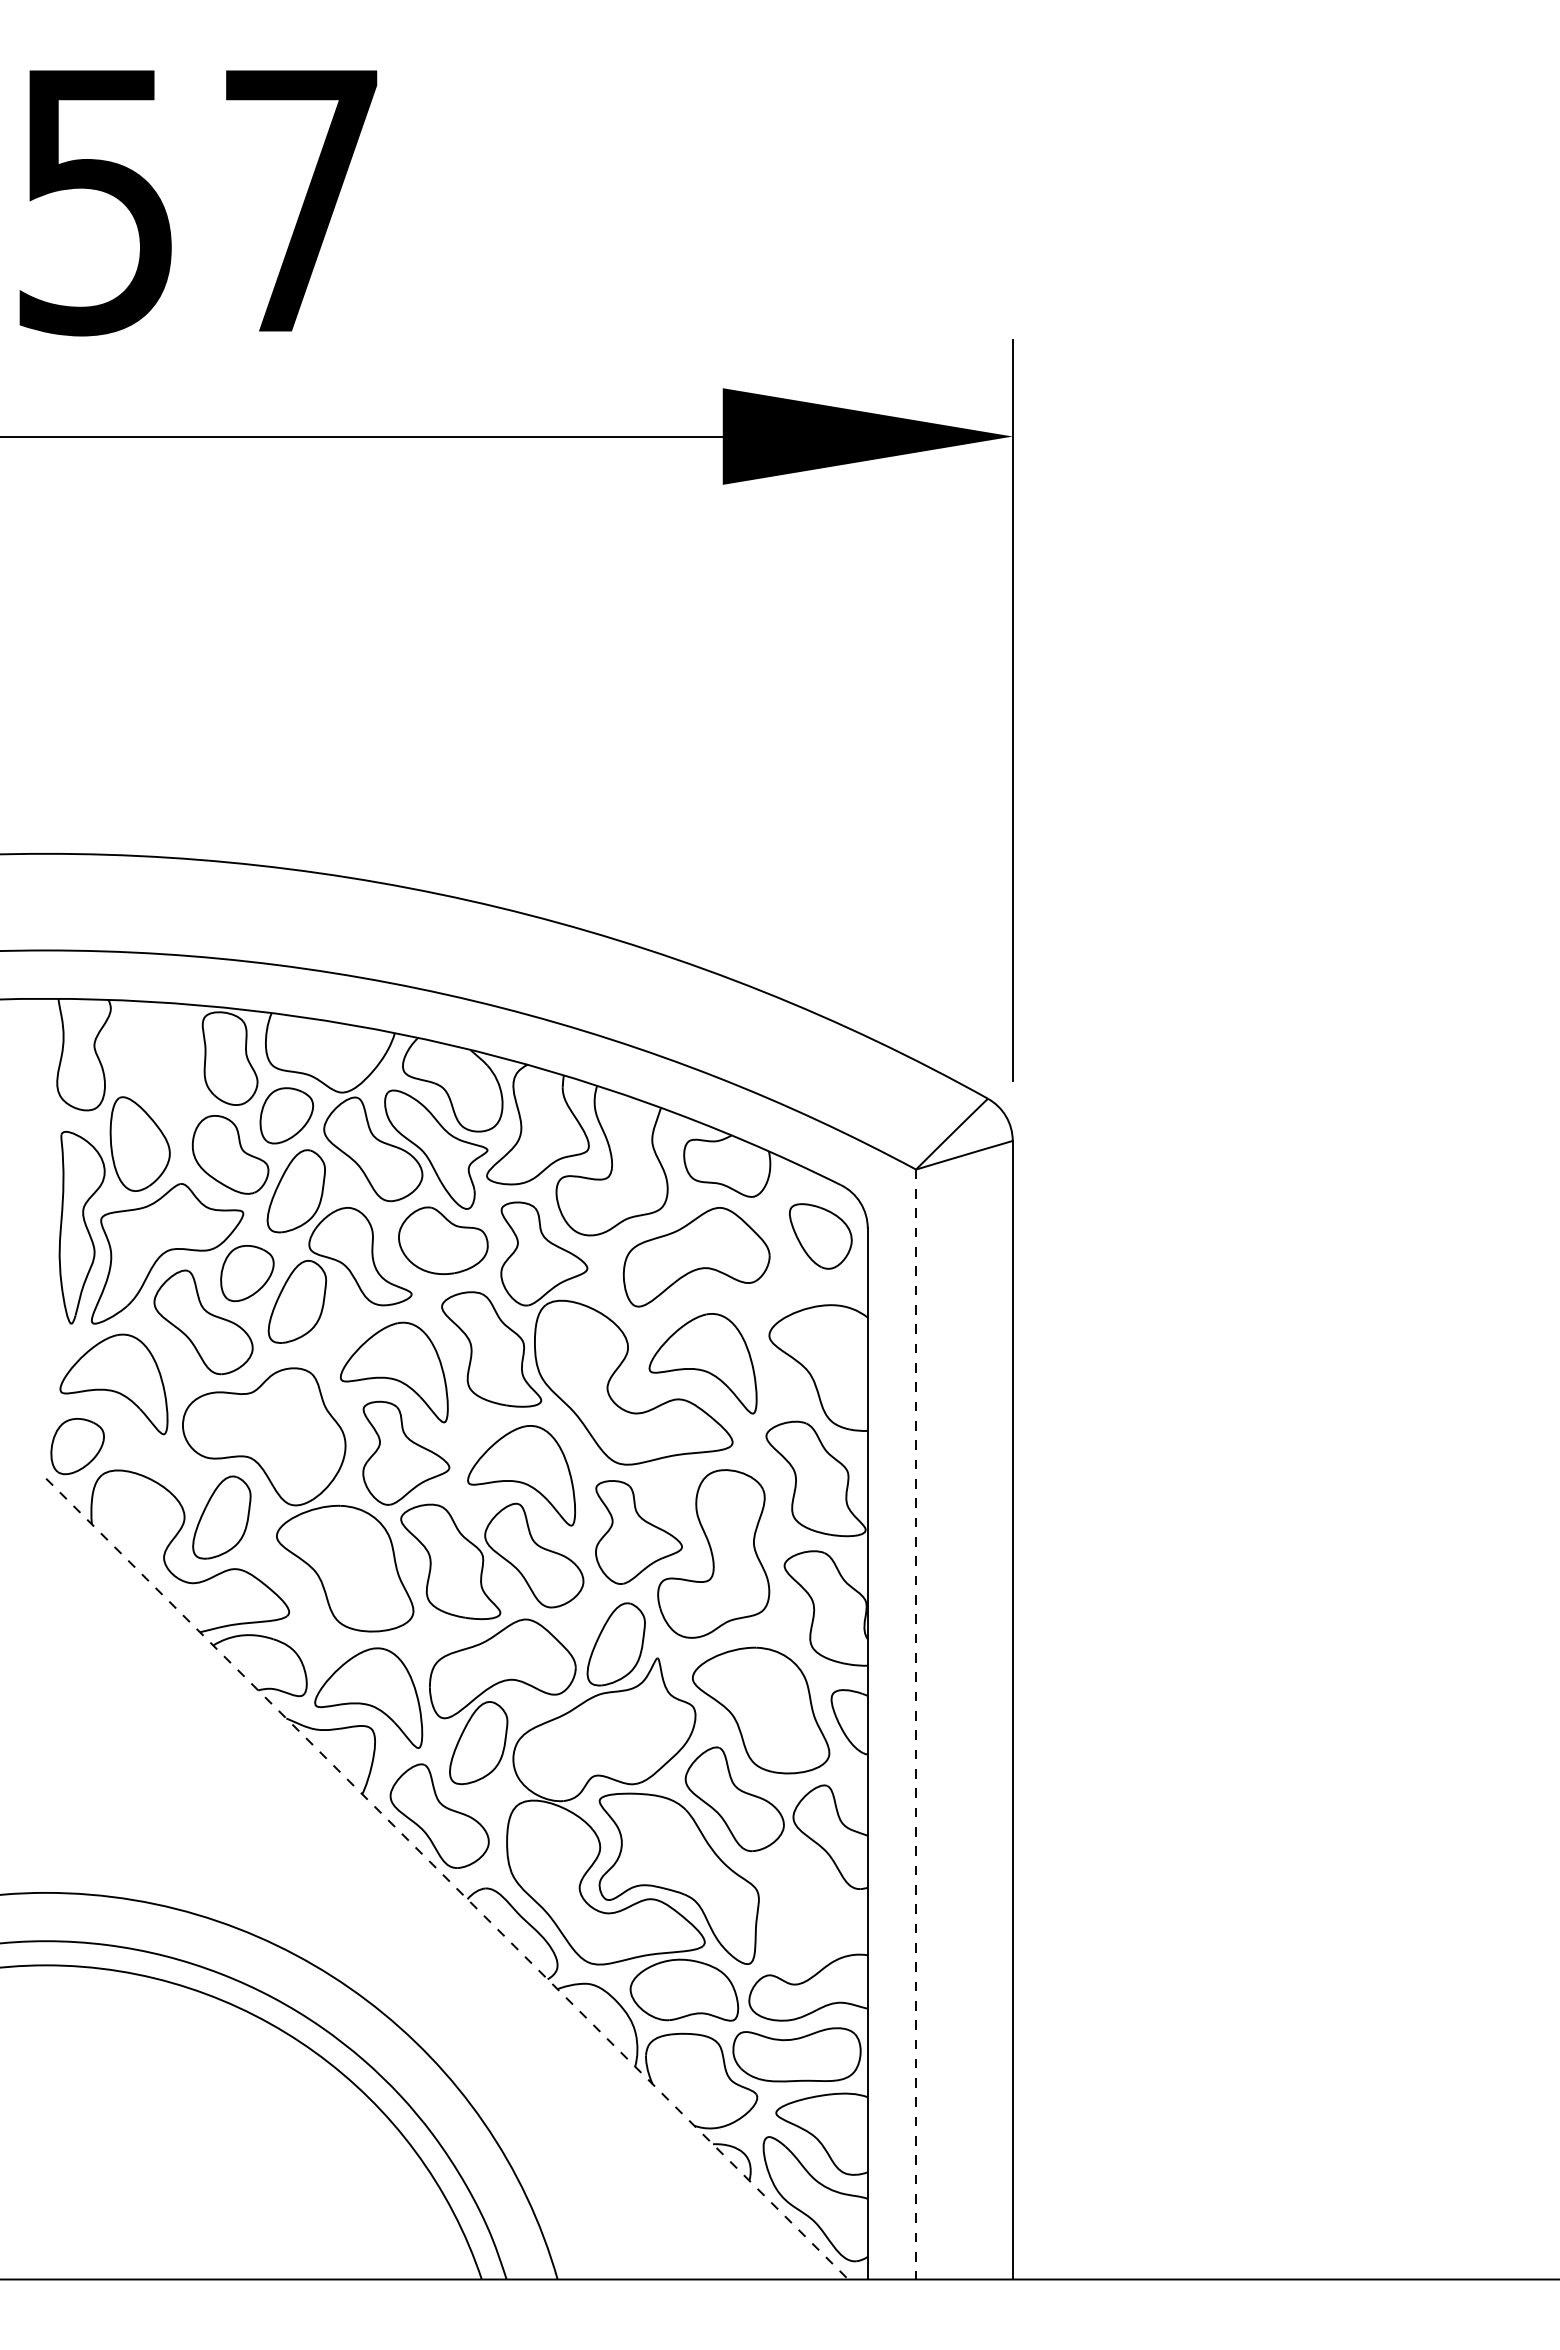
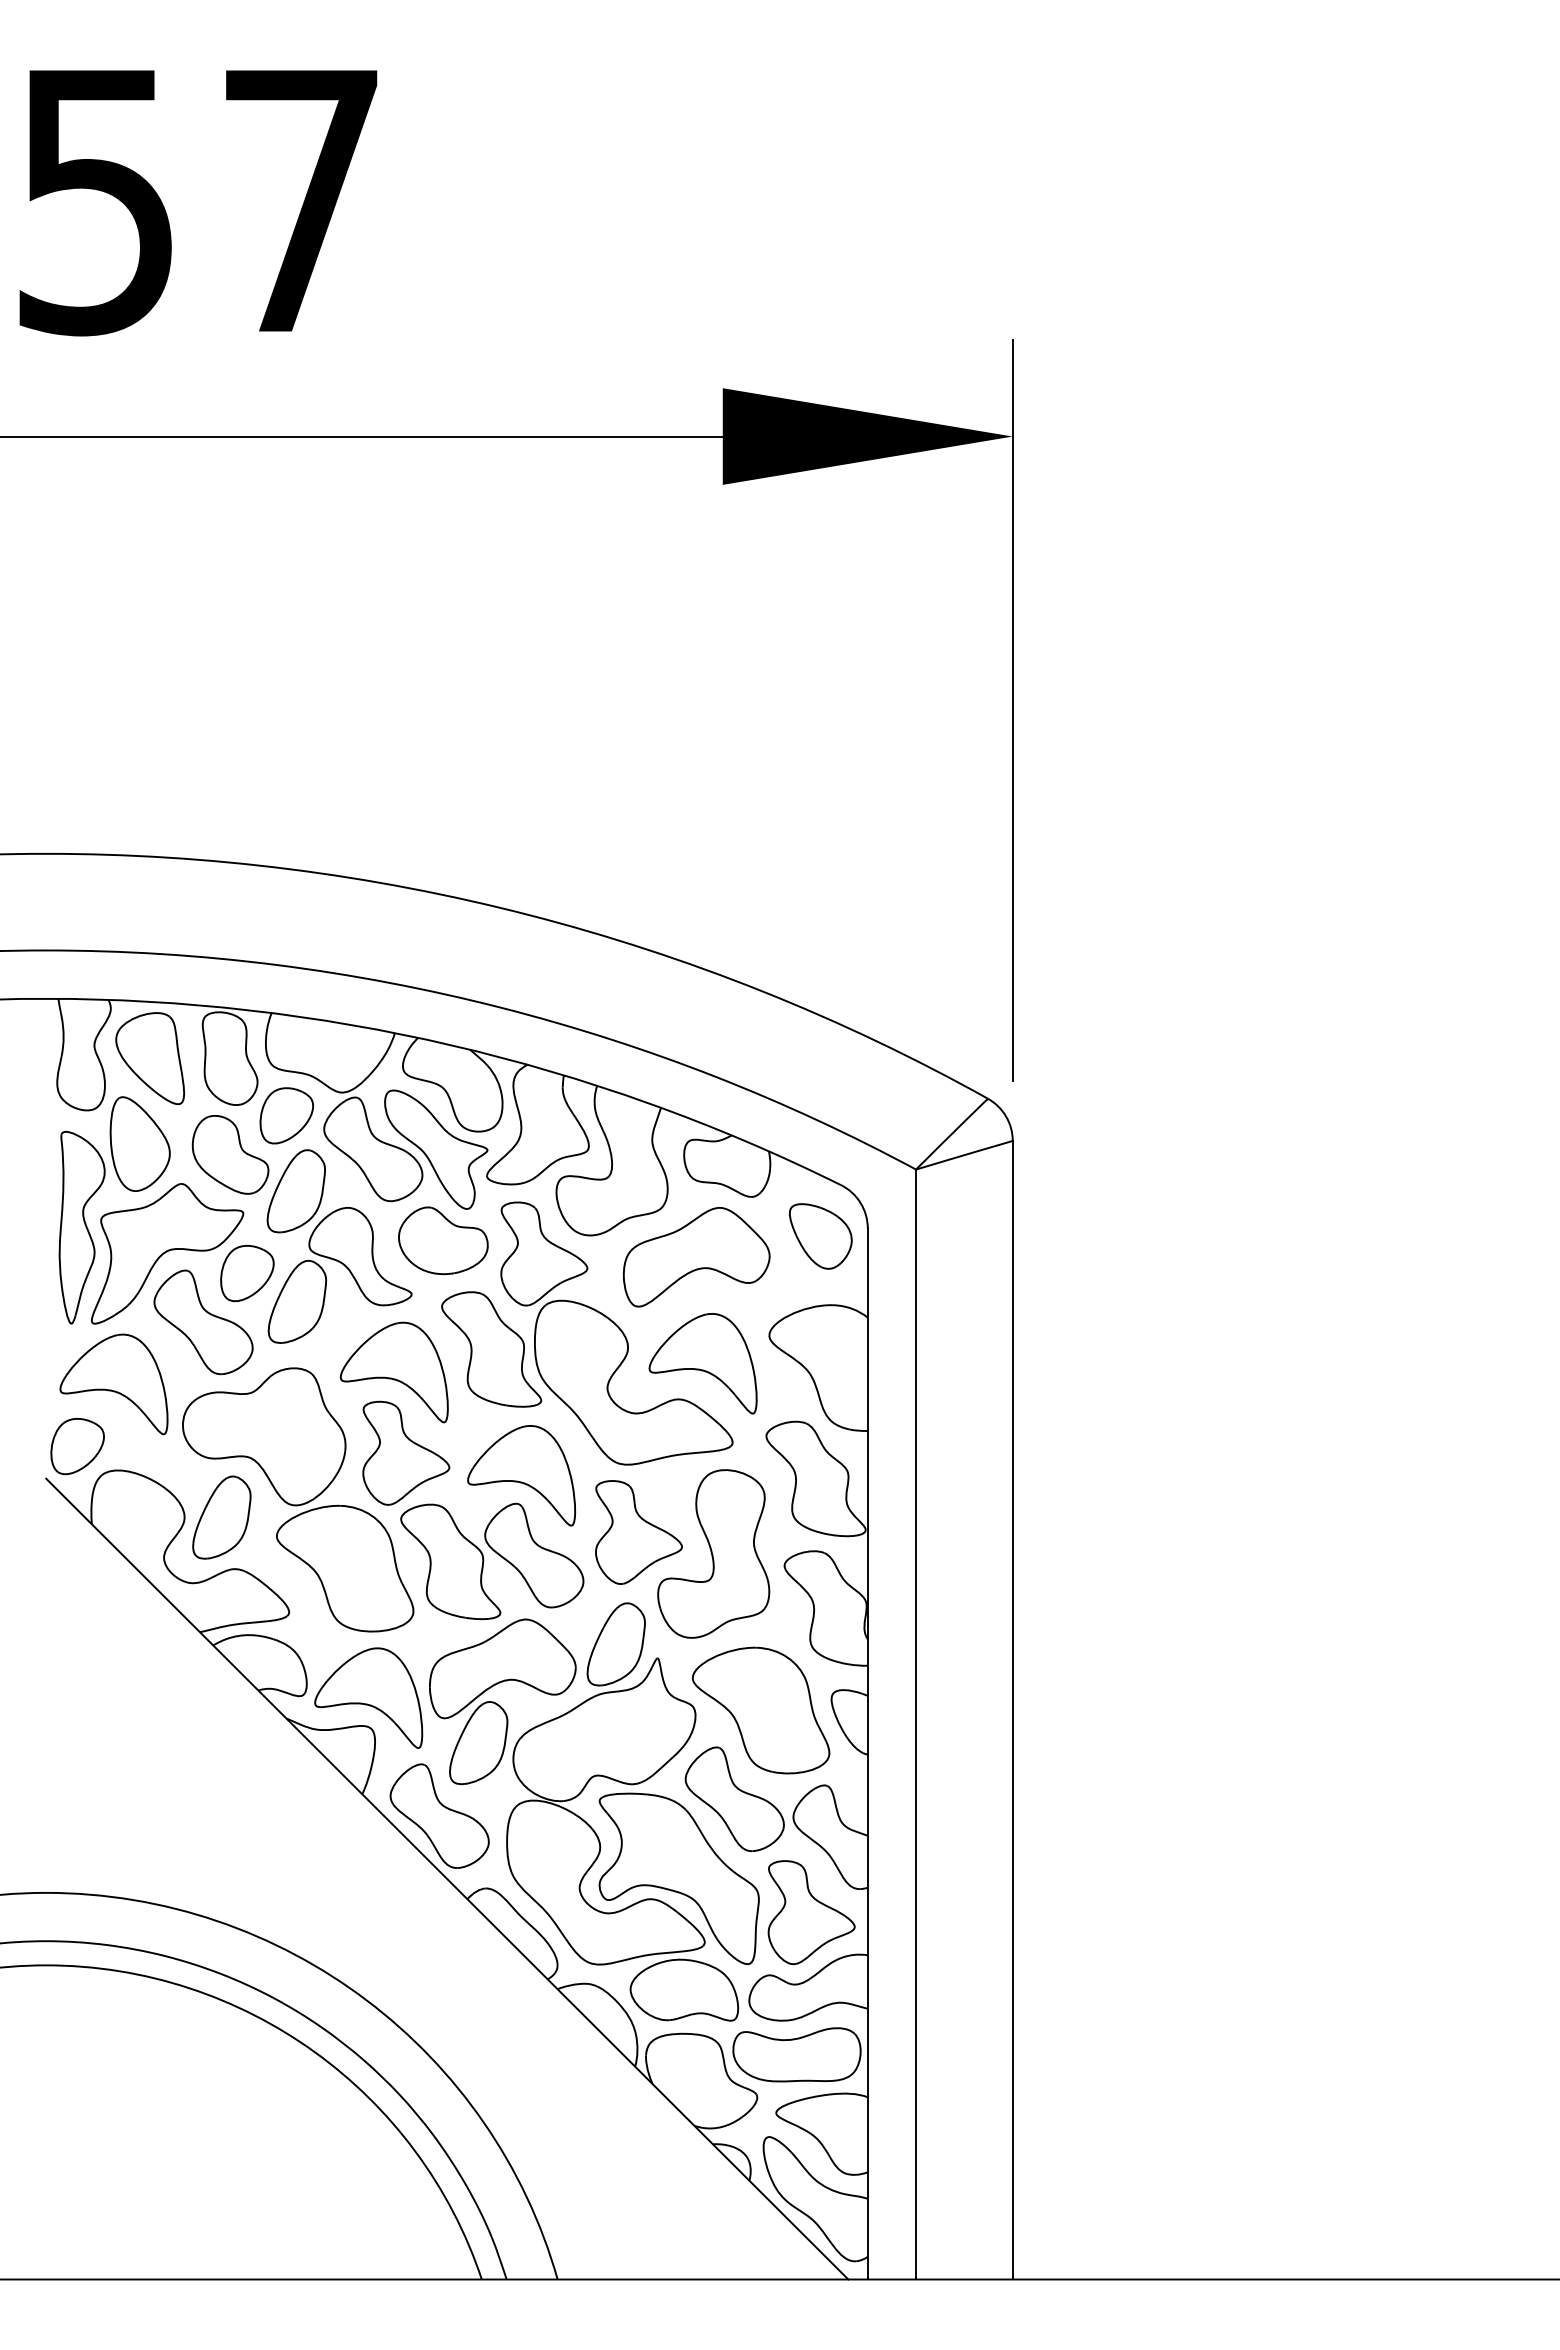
part at (149, 1058): none -> present
line at (916, 1724): dashed -> solid
line at (447, 1879): dashed -> solid
part at (811, 1912): none -> present
